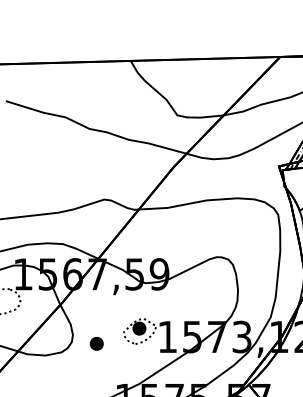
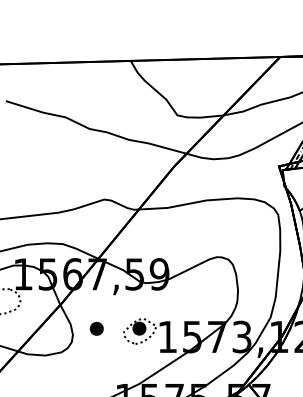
part at (96, 343) position: (96, 343) -> (96, 328)
